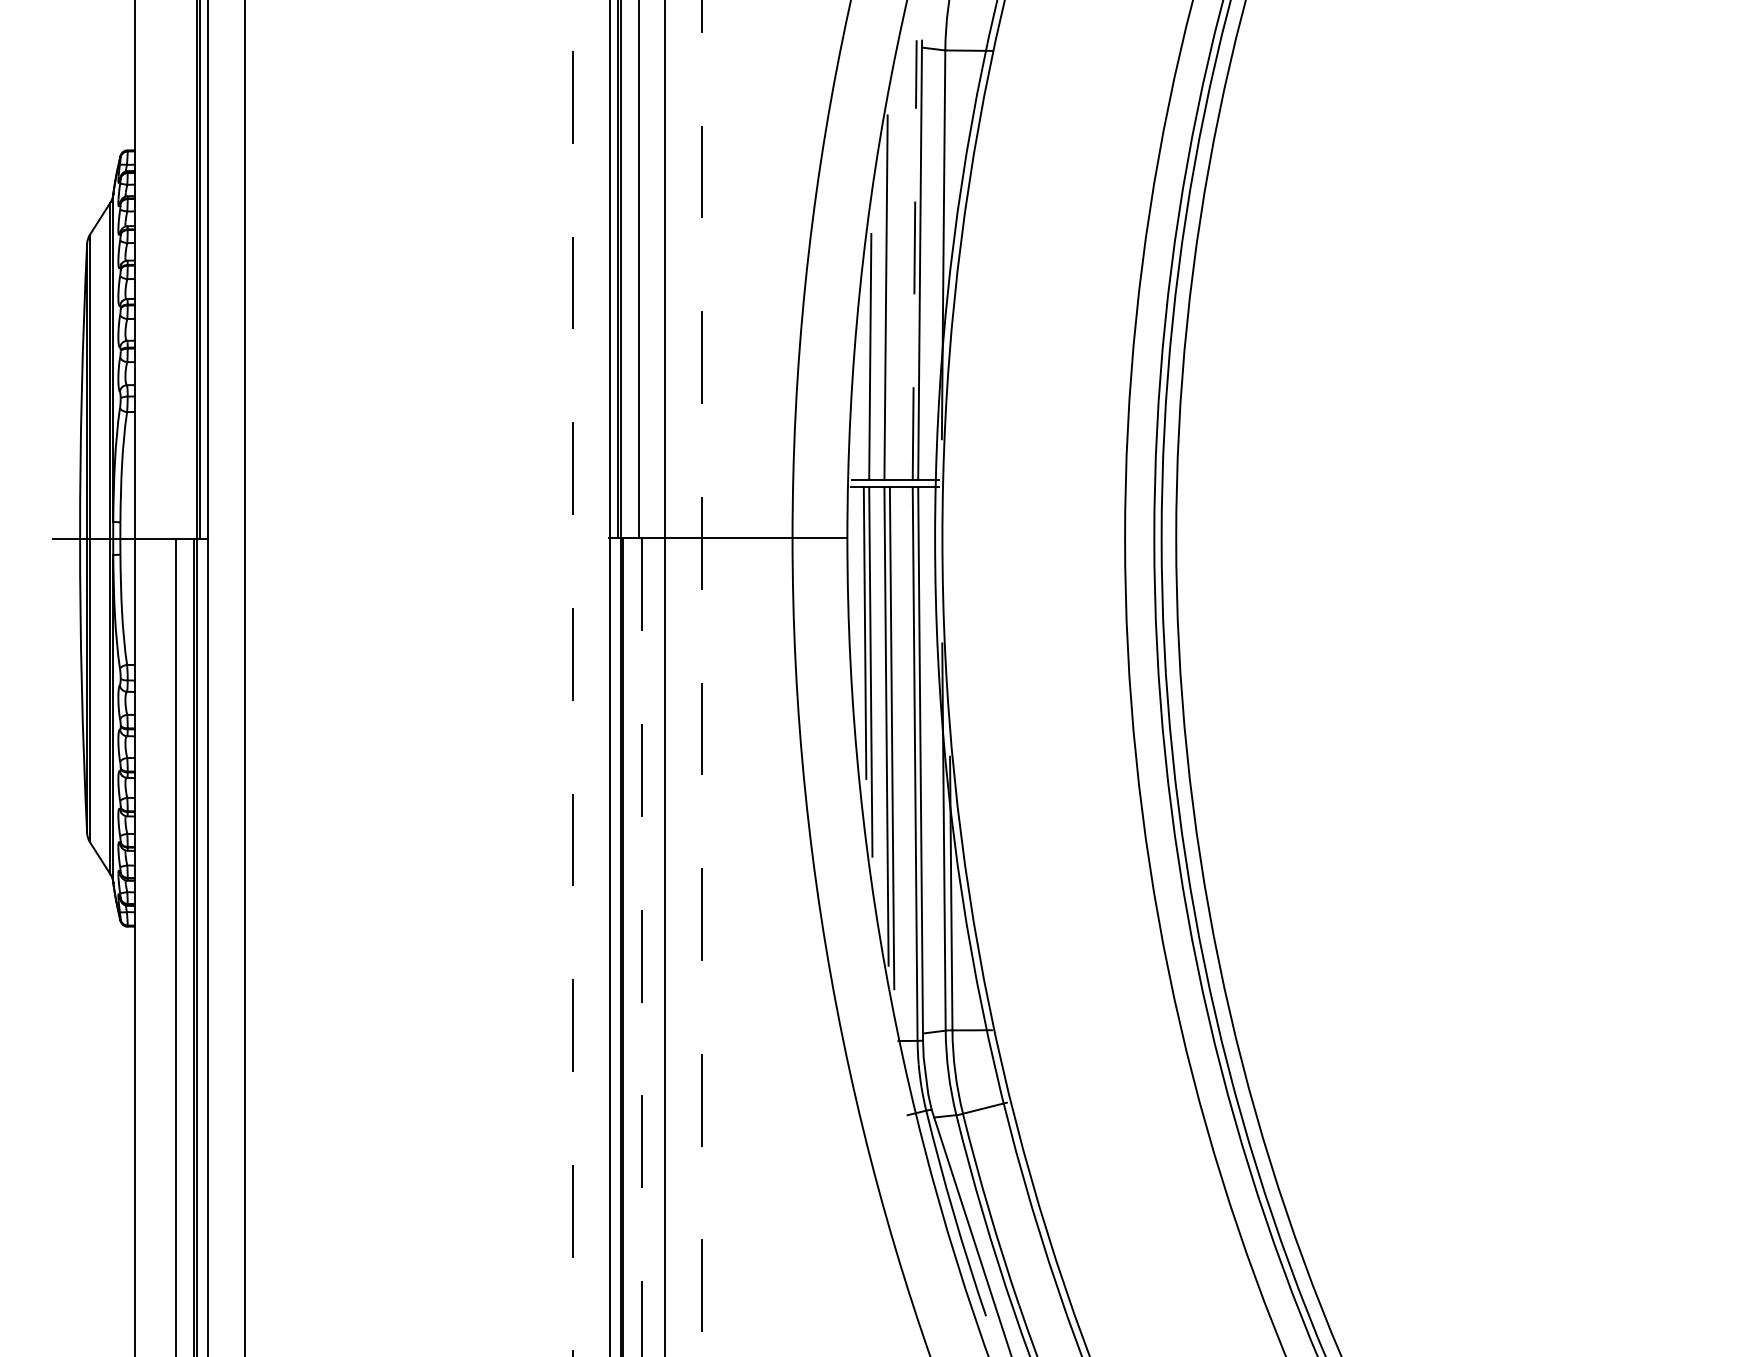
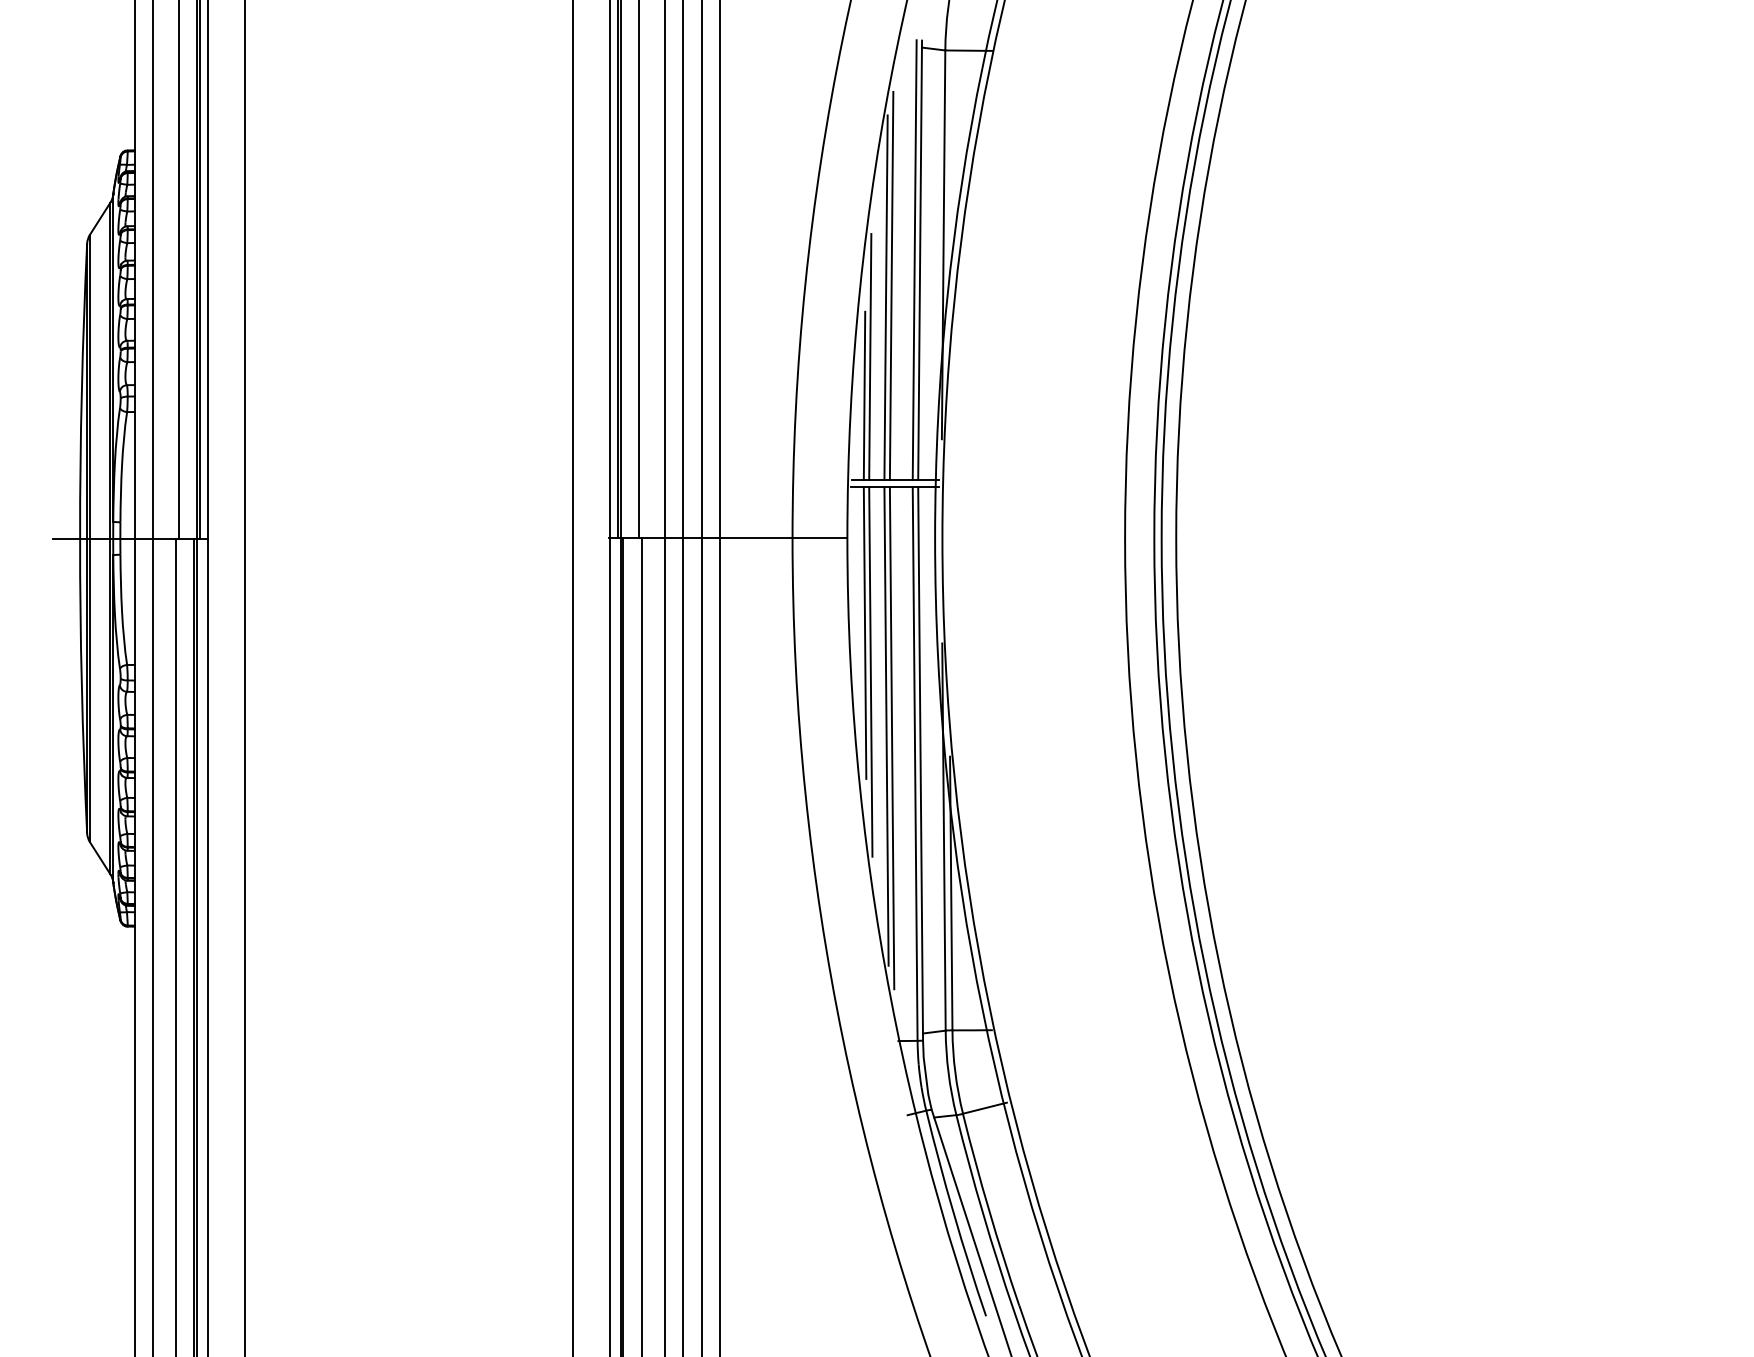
line at (914, 260): dashed -> solid
line at (179, 270): none -> present
line at (891, 285): none -> present
line at (864, 395): none -> present
line at (153, 677): none -> present
line at (683, 677): none -> present
line at (719, 677): none -> present
line at (573, 678): dashed -> solid
line at (701, 678): dashed -> solid
line at (641, 948): dashed -> solid
